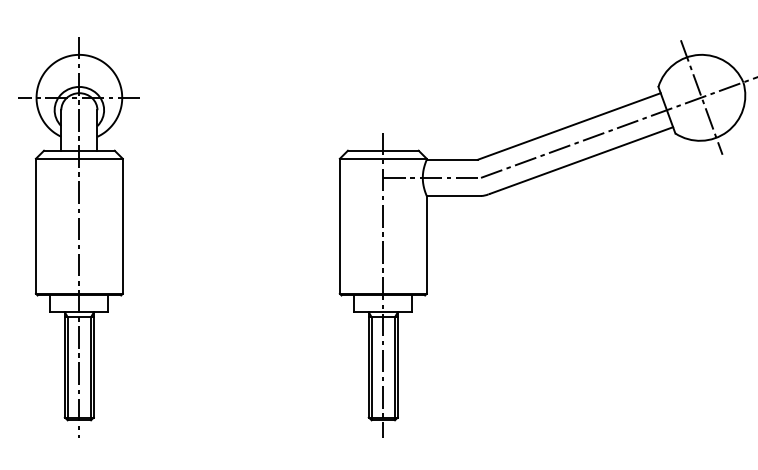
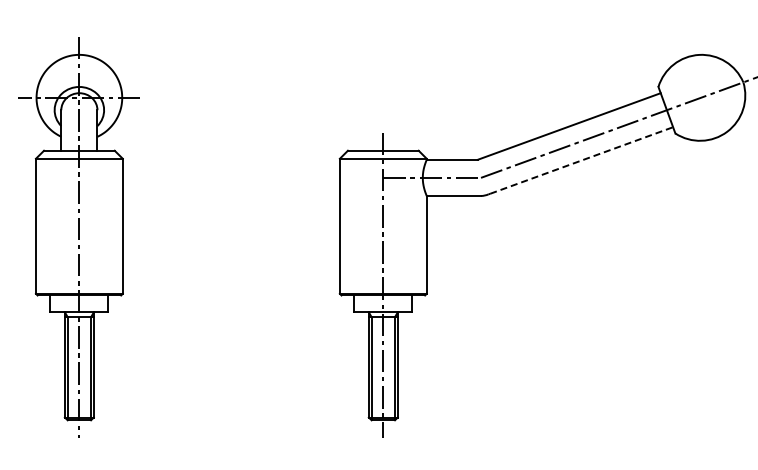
line at (701, 97): present -> none
line at (582, 160): solid -> dashed
